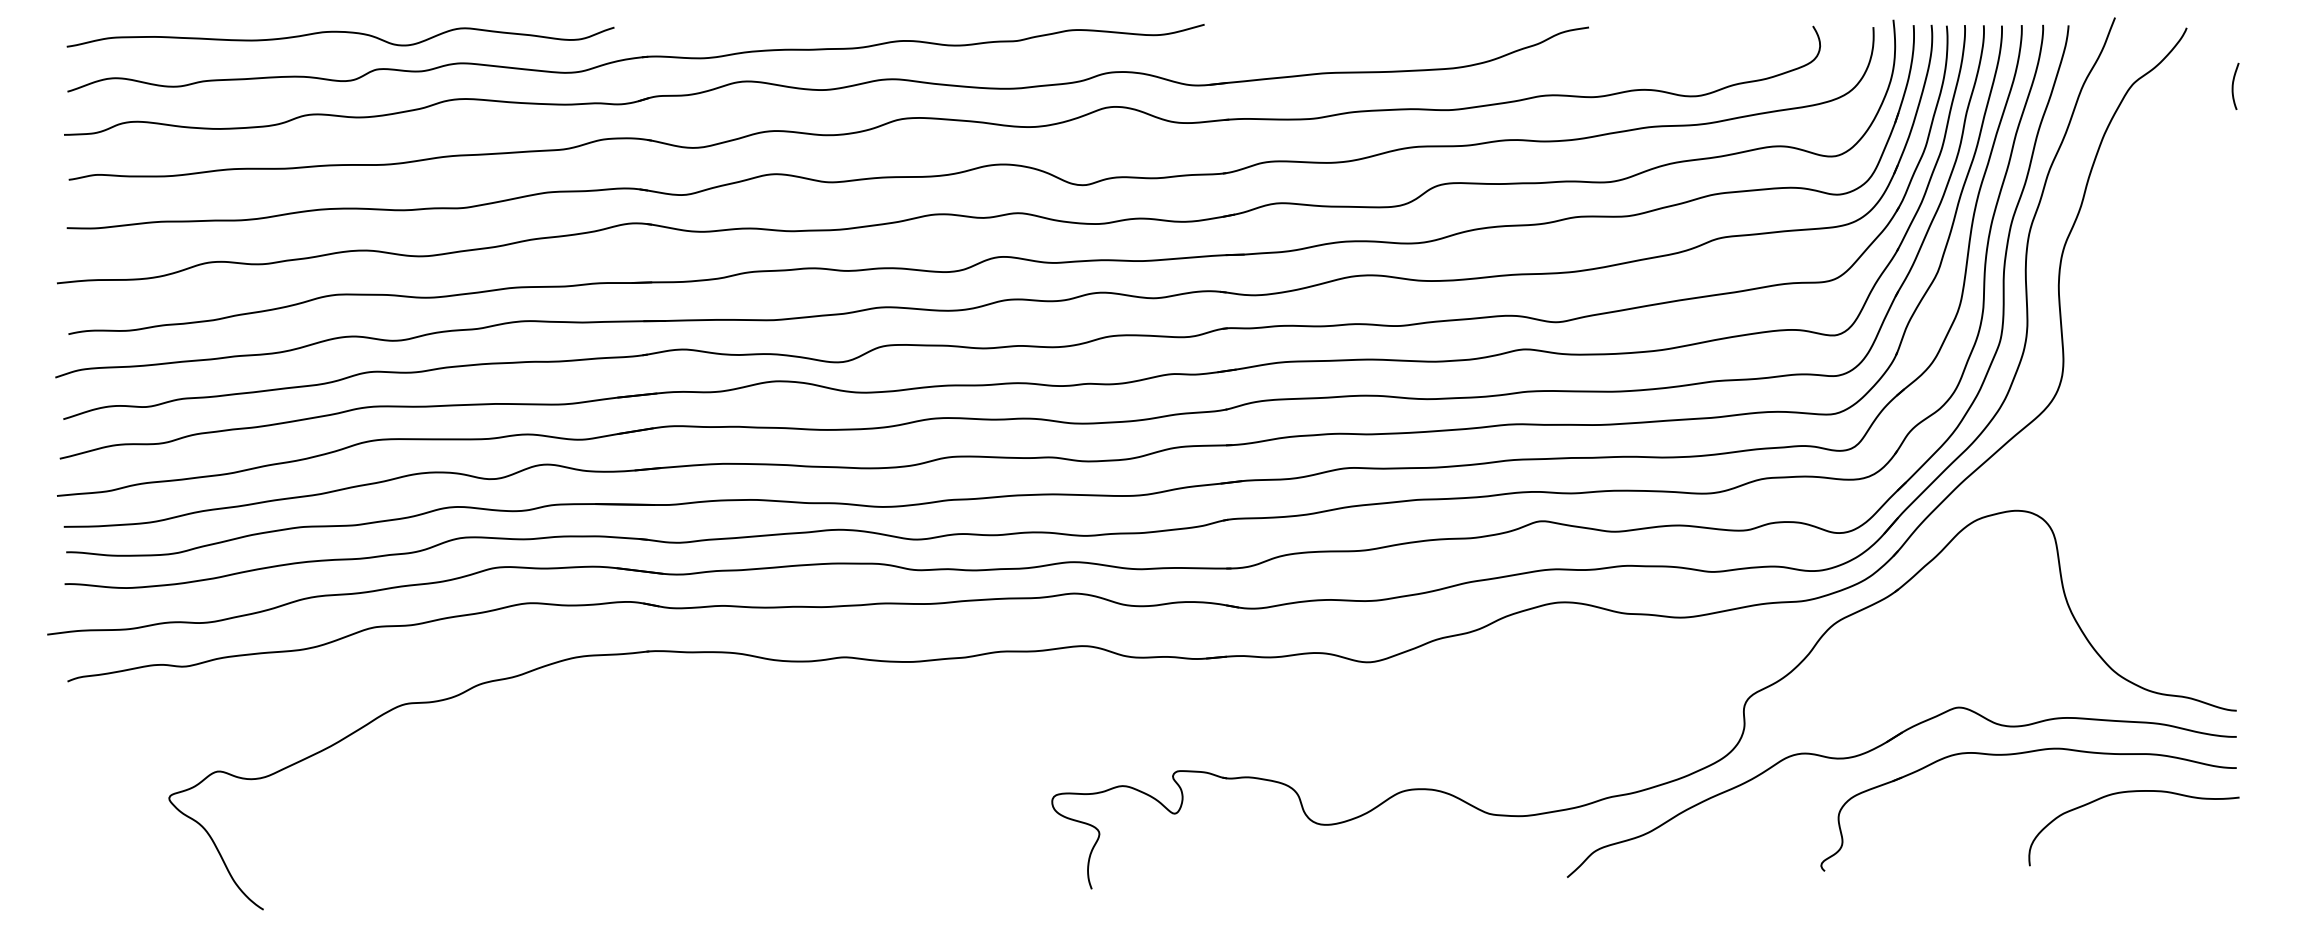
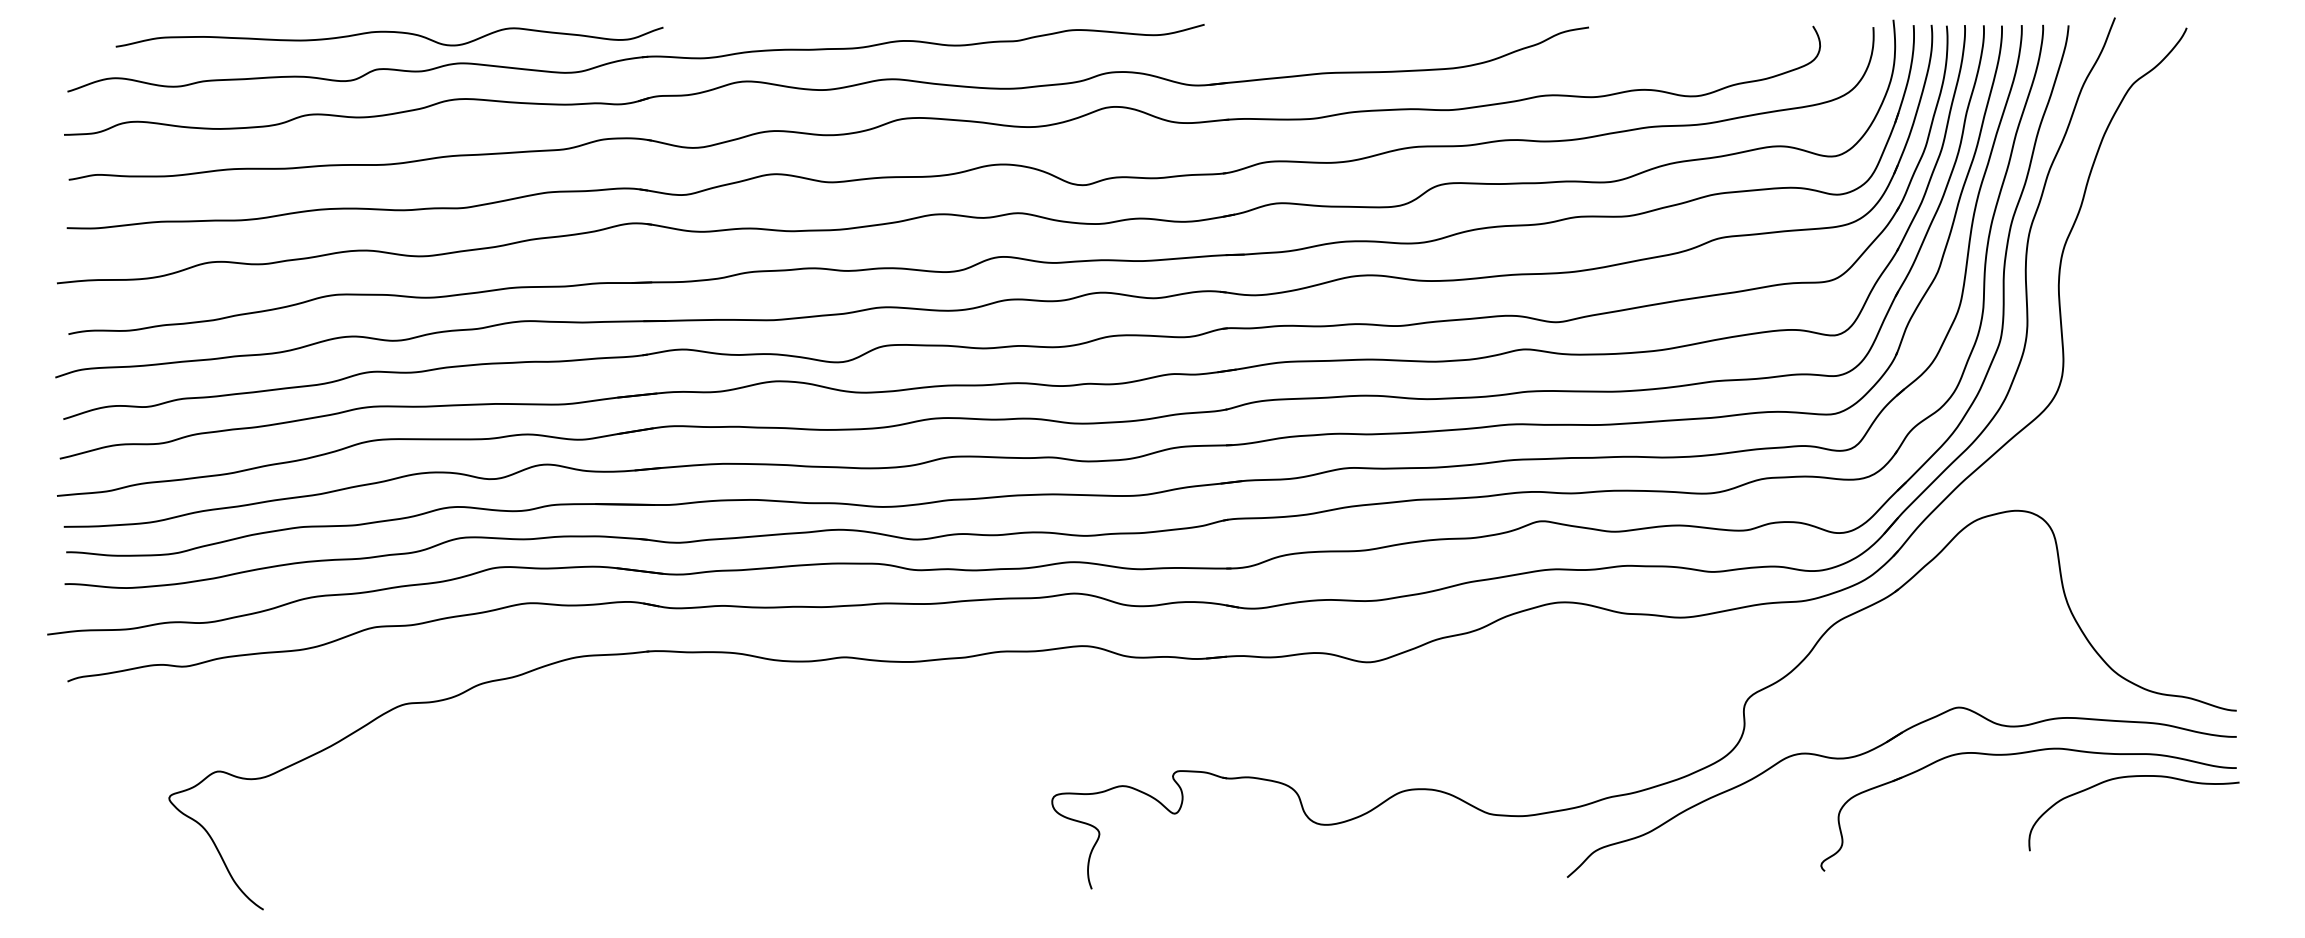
curve at (340, 32) position: (340, 32) -> (389, 32)
curve at (2233, 85): present -> none
curve at (2133, 792) position: (2133, 792) -> (2133, 777)
